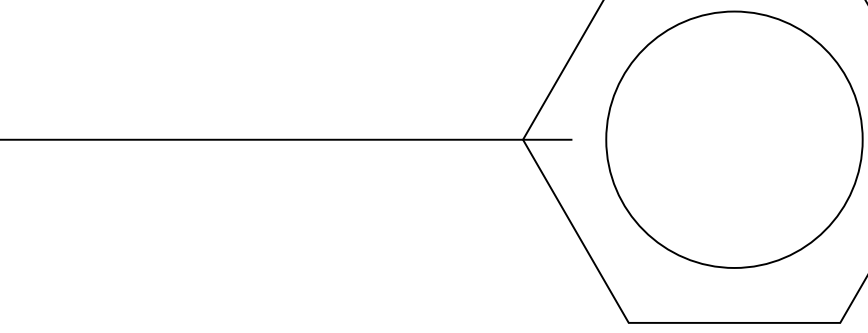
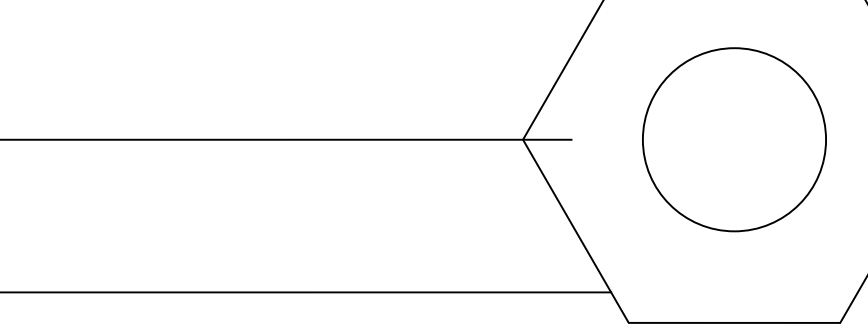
circle at (734, 139) diameter: 256 px -> 183 px
line at (306, 292): none -> present
